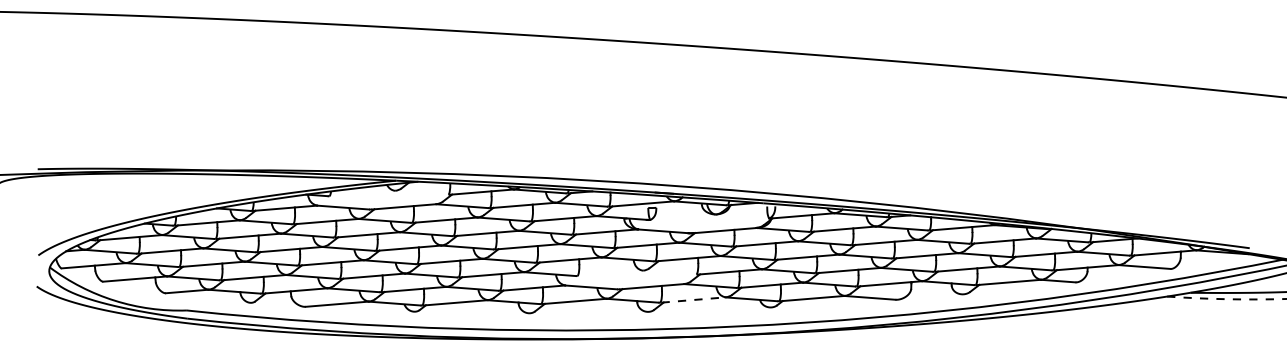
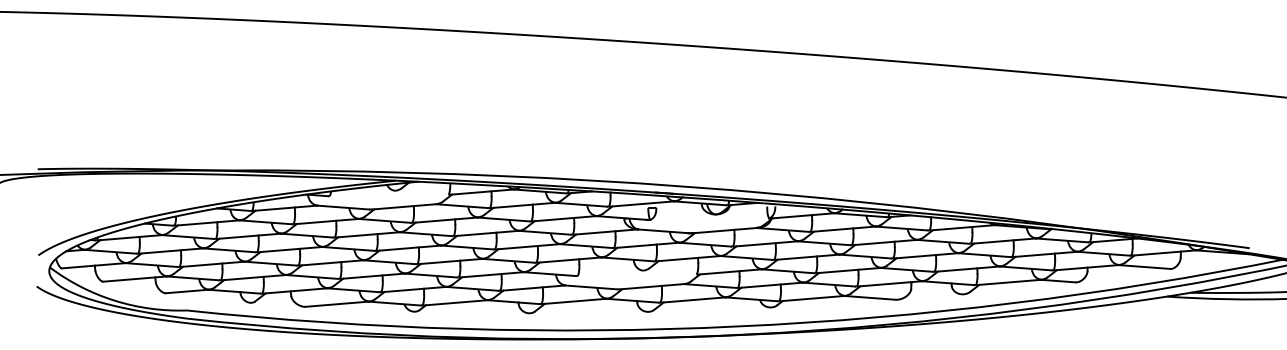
line at (694, 299): dashed -> solid
arc at (1227, 299): dashed -> solid
